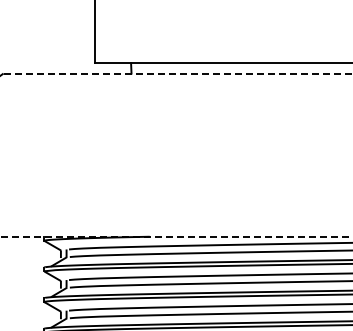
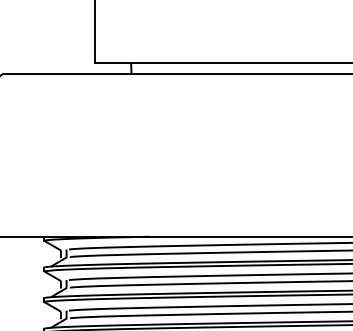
line at (178, 73): dashed -> solid
line at (176, 236): dashed -> solid
